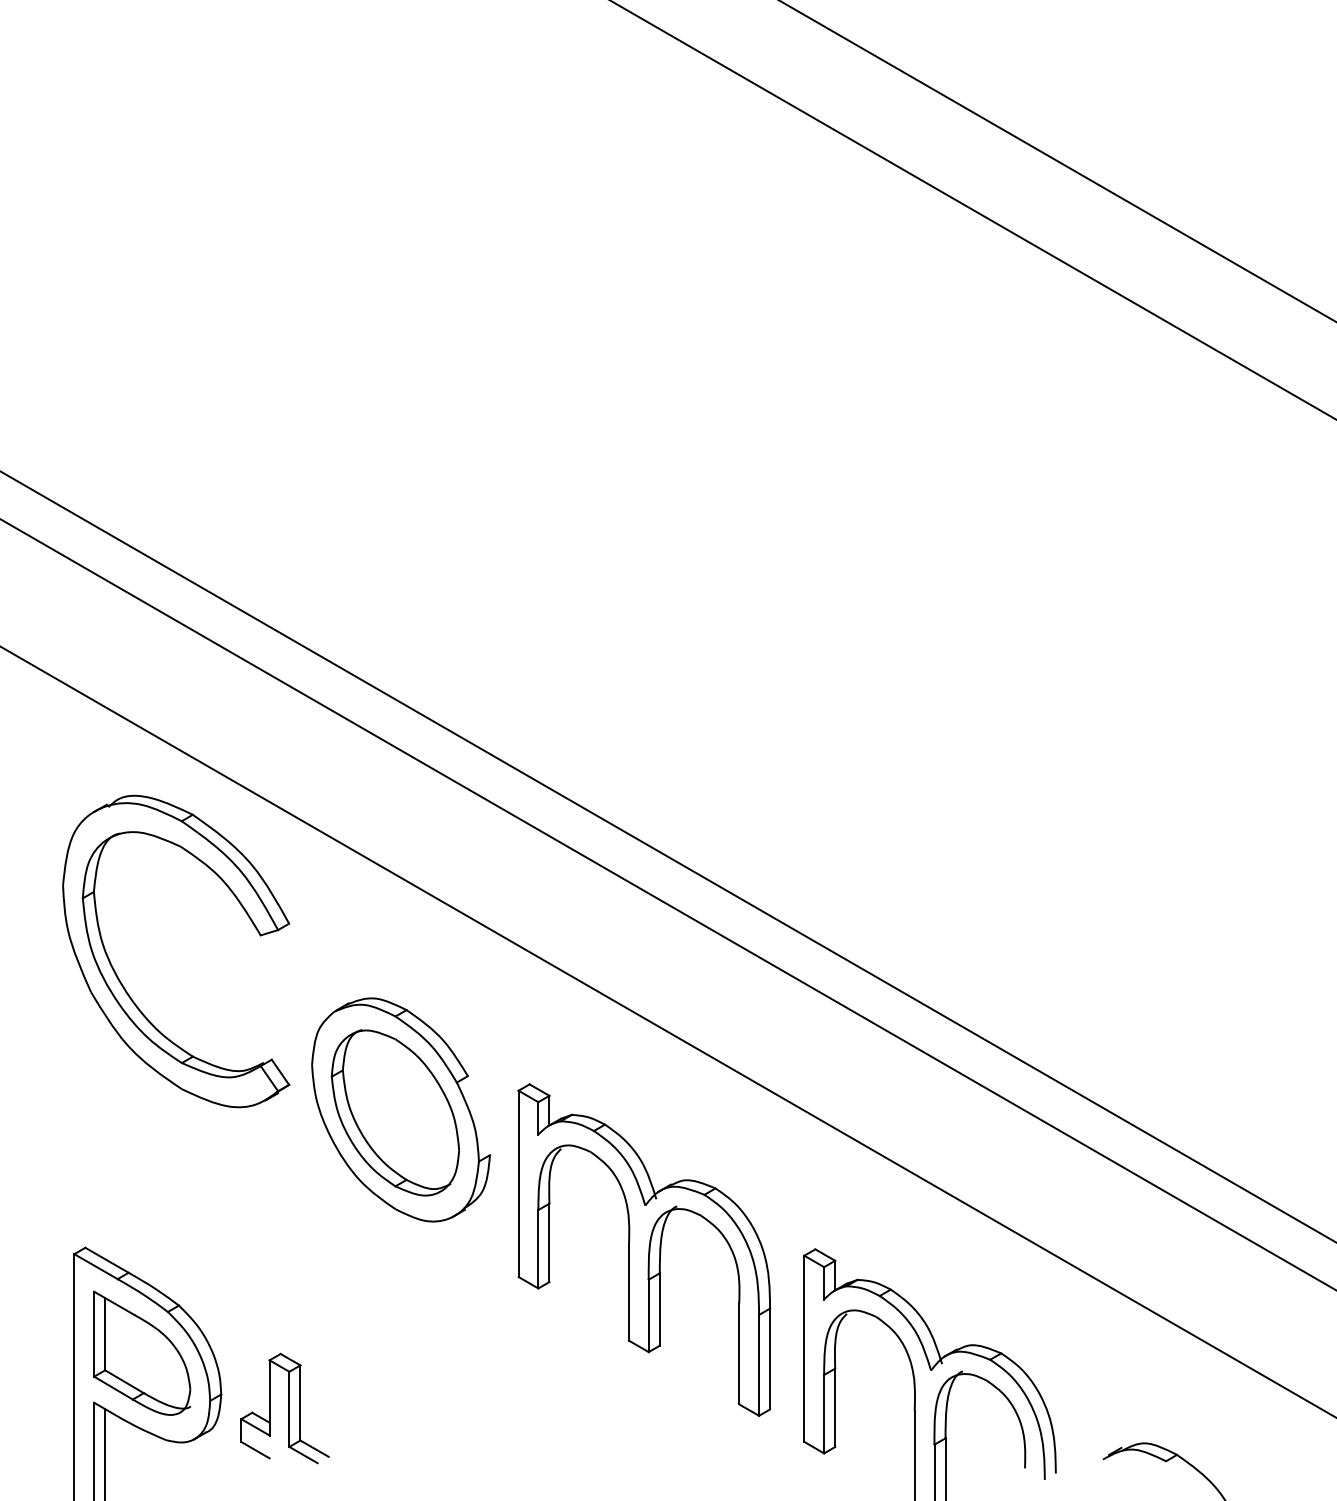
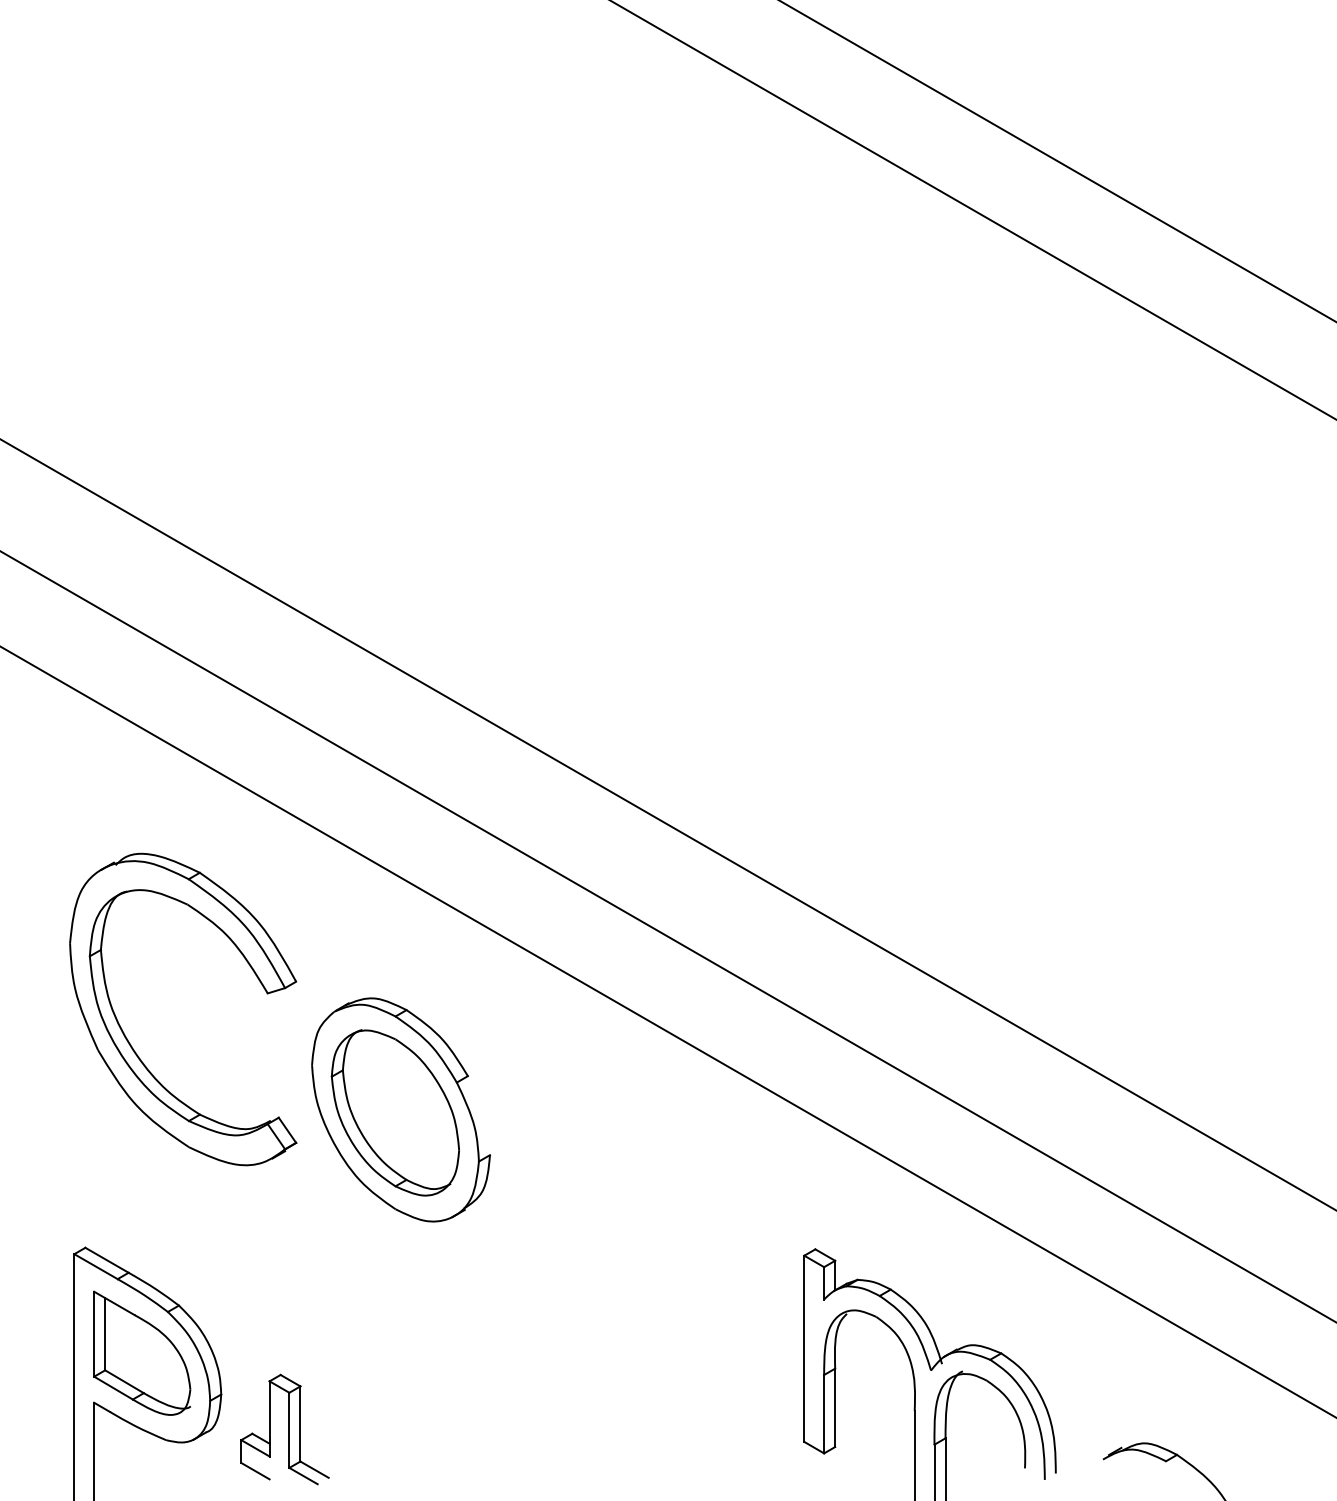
line at (667, 856) position: (667, 856) -> (667, 824)
line at (667, 904) position: (667, 904) -> (667, 936)
part at (124, 986) position: (124, 986) -> (131, 1044)
part at (644, 1249): present -> none
part at (284, 1408) position: (284, 1408) -> (284, 1429)
line at (105, 1453): present -> none
